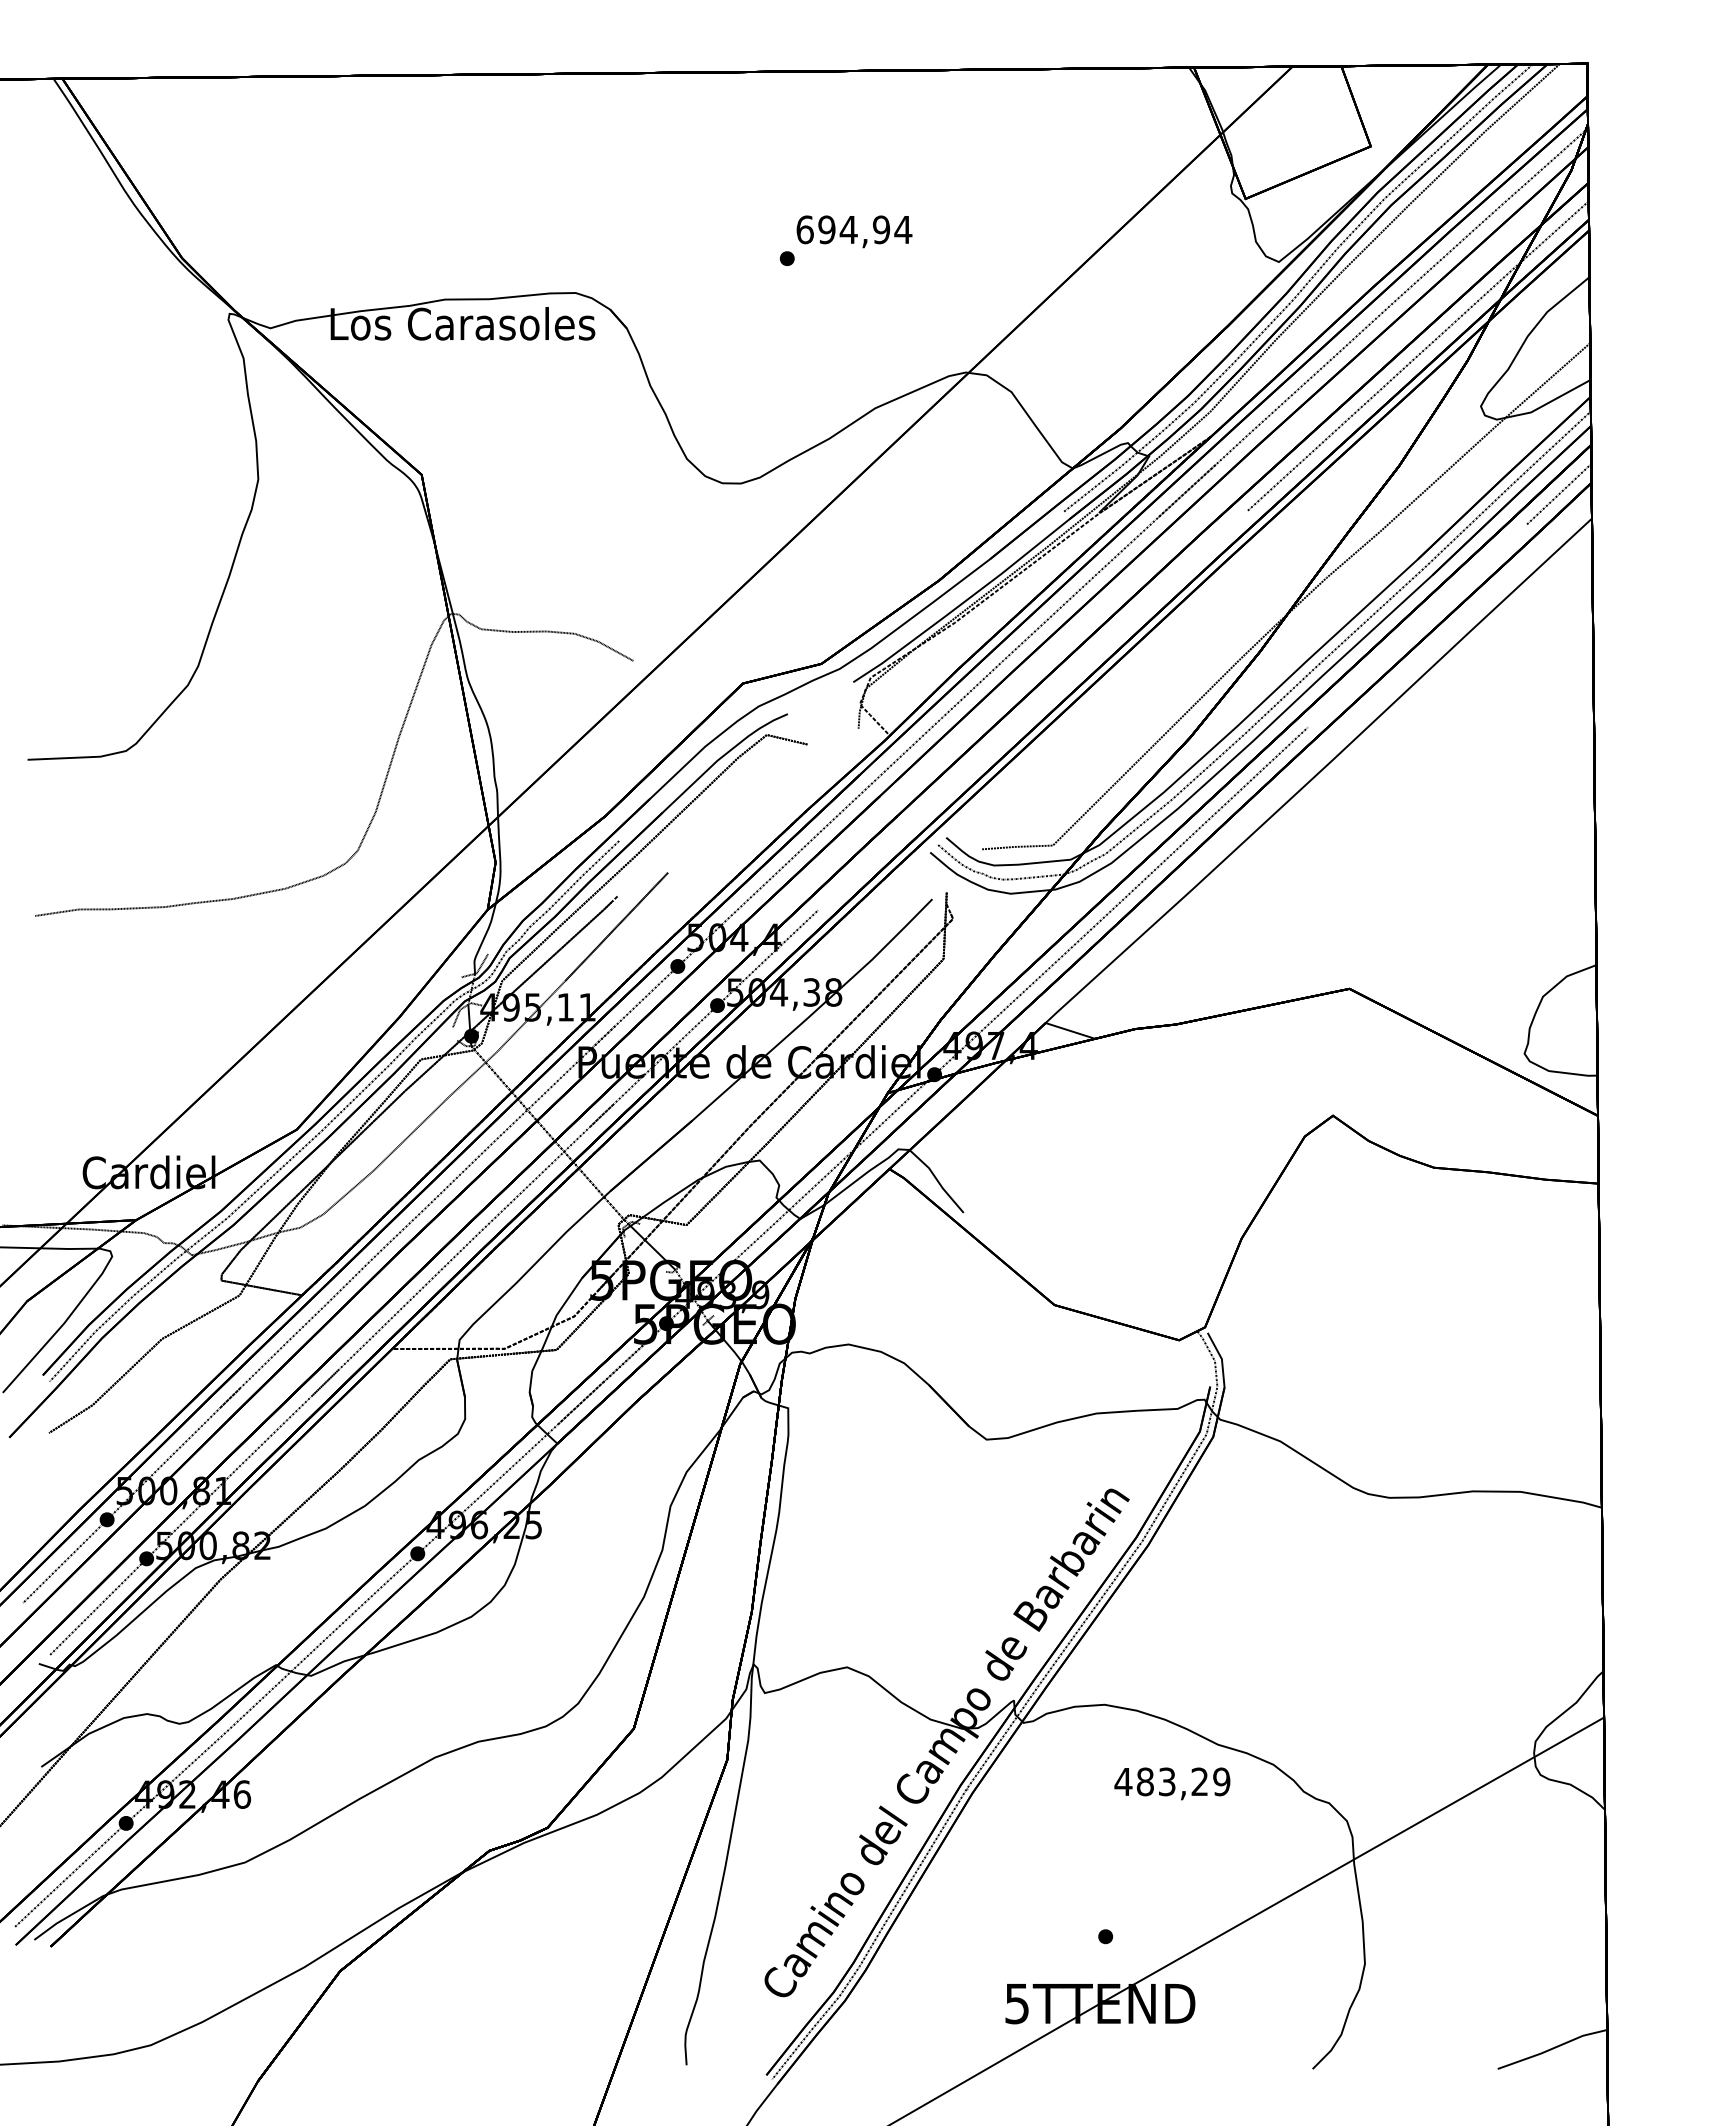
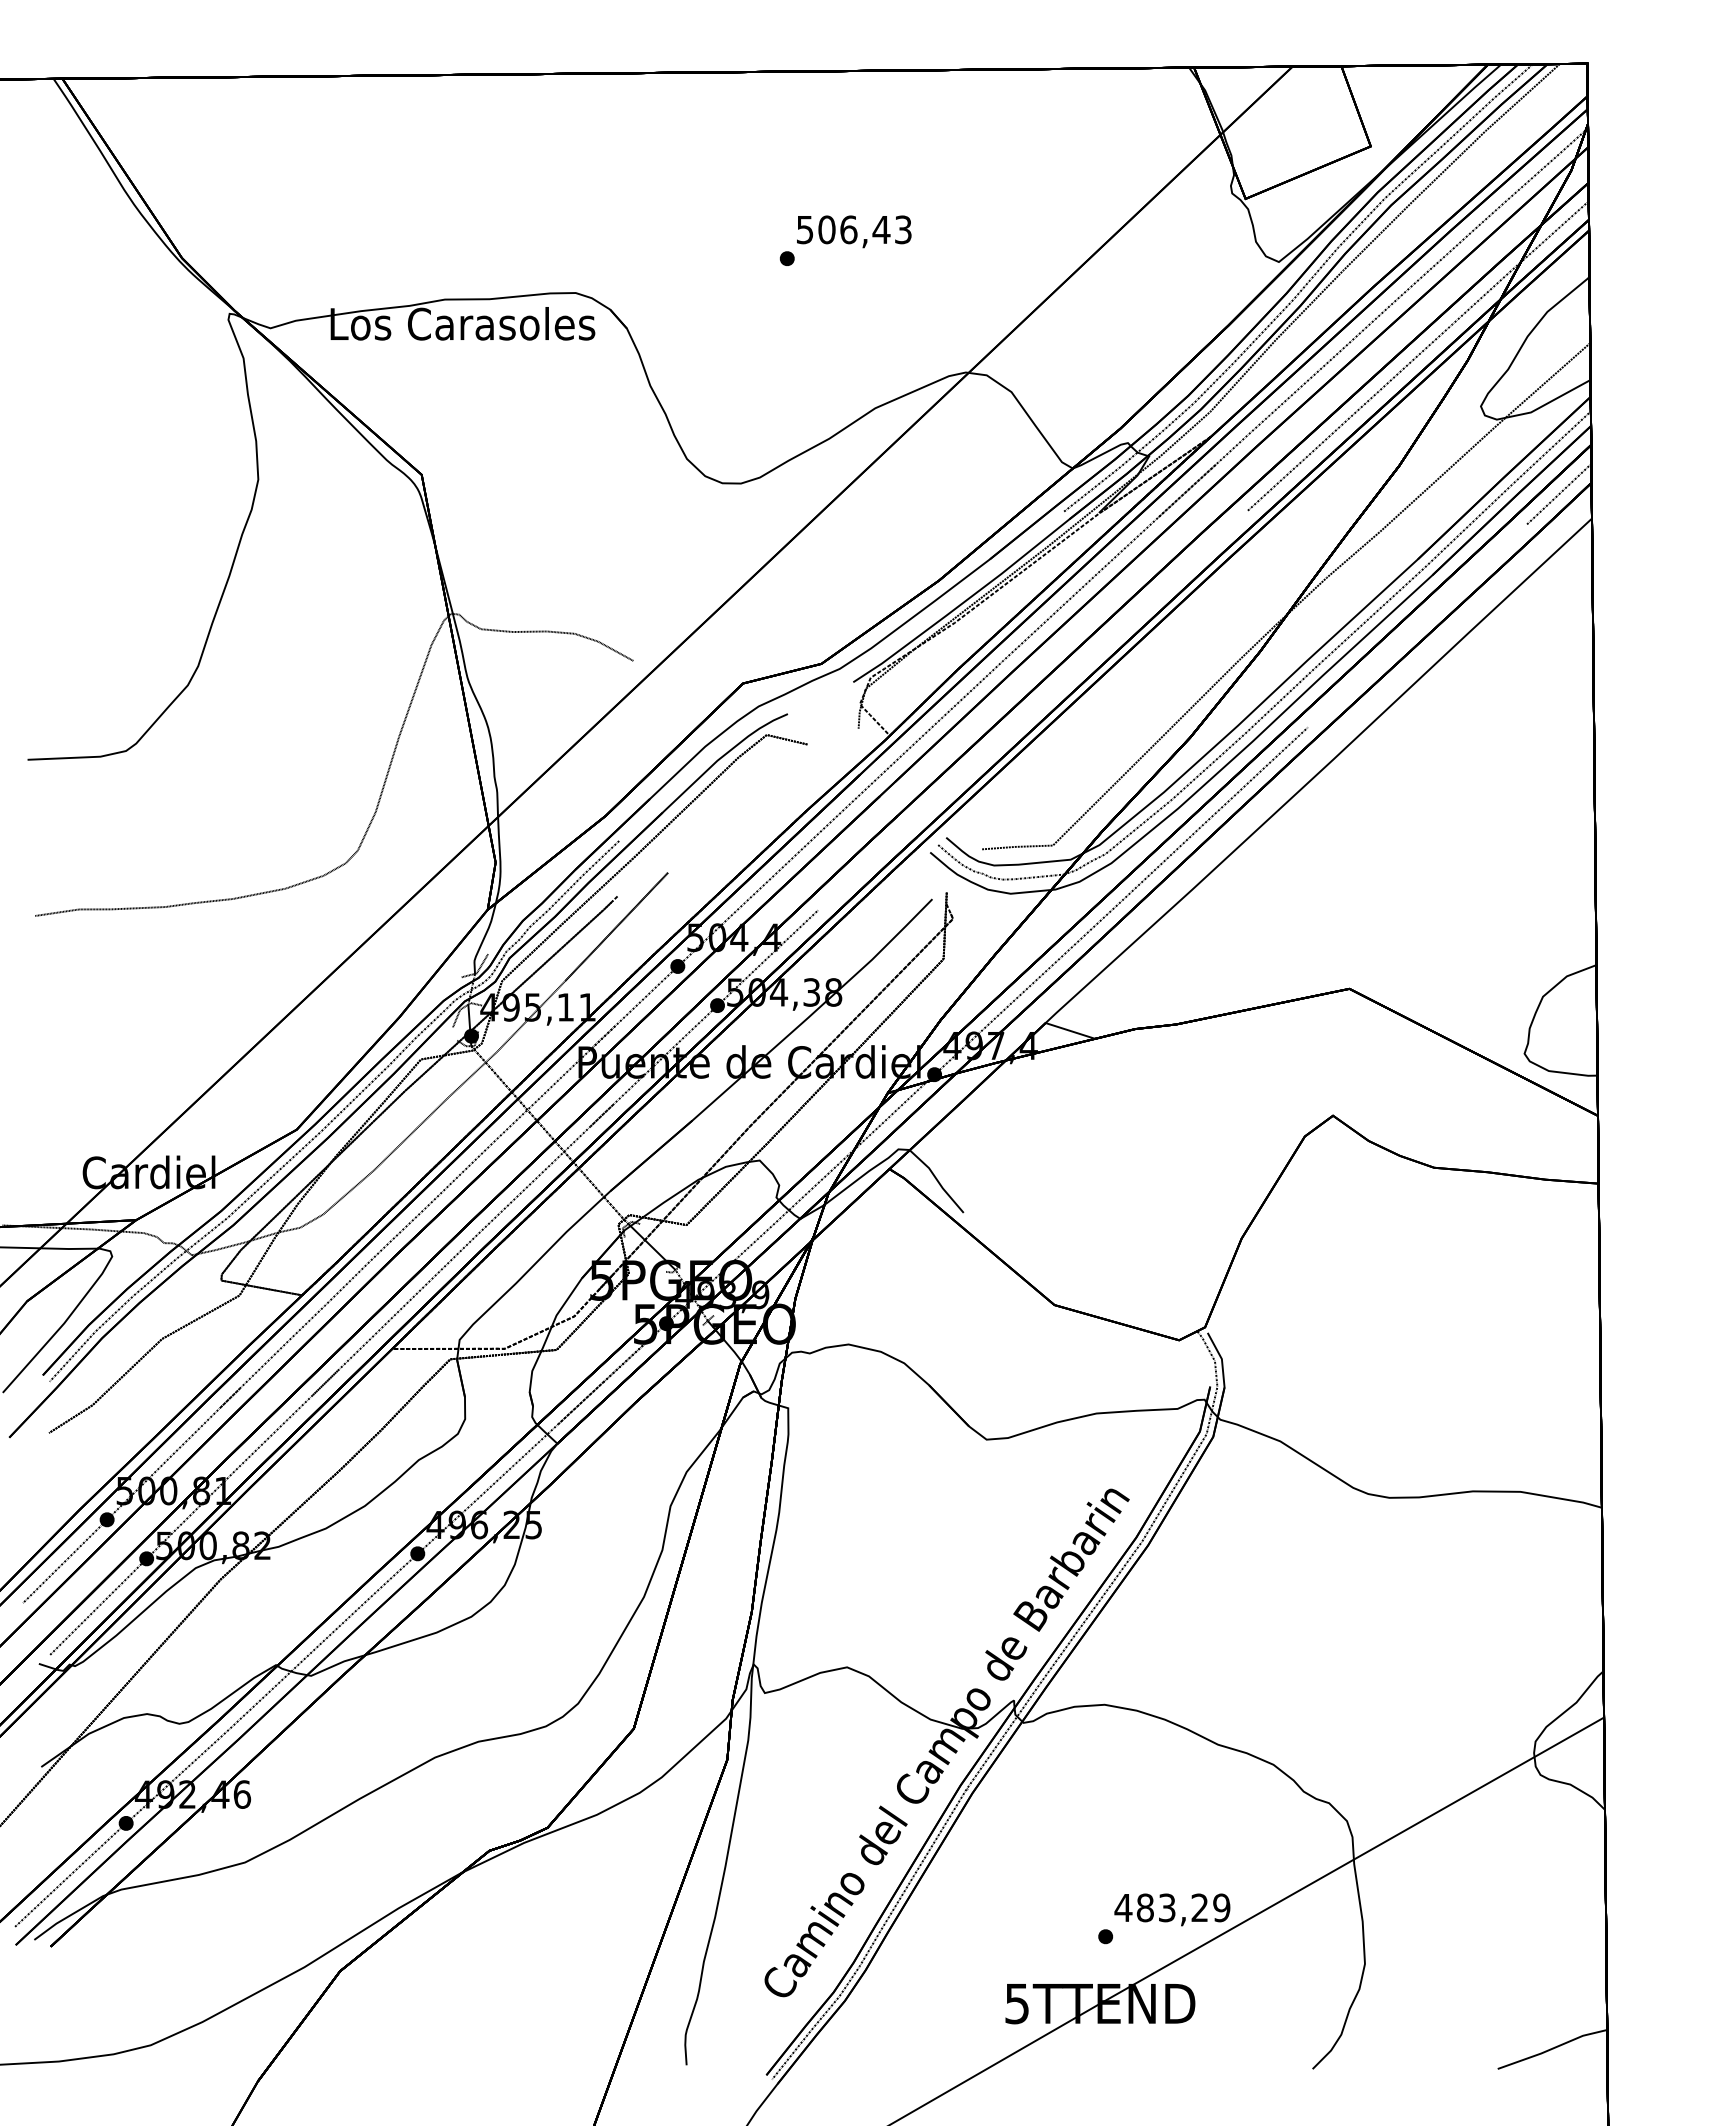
text at (854, 229): 694,94 -> 506,43
text at (1172, 1783) position: (1172, 1783) -> (1172, 1909)
